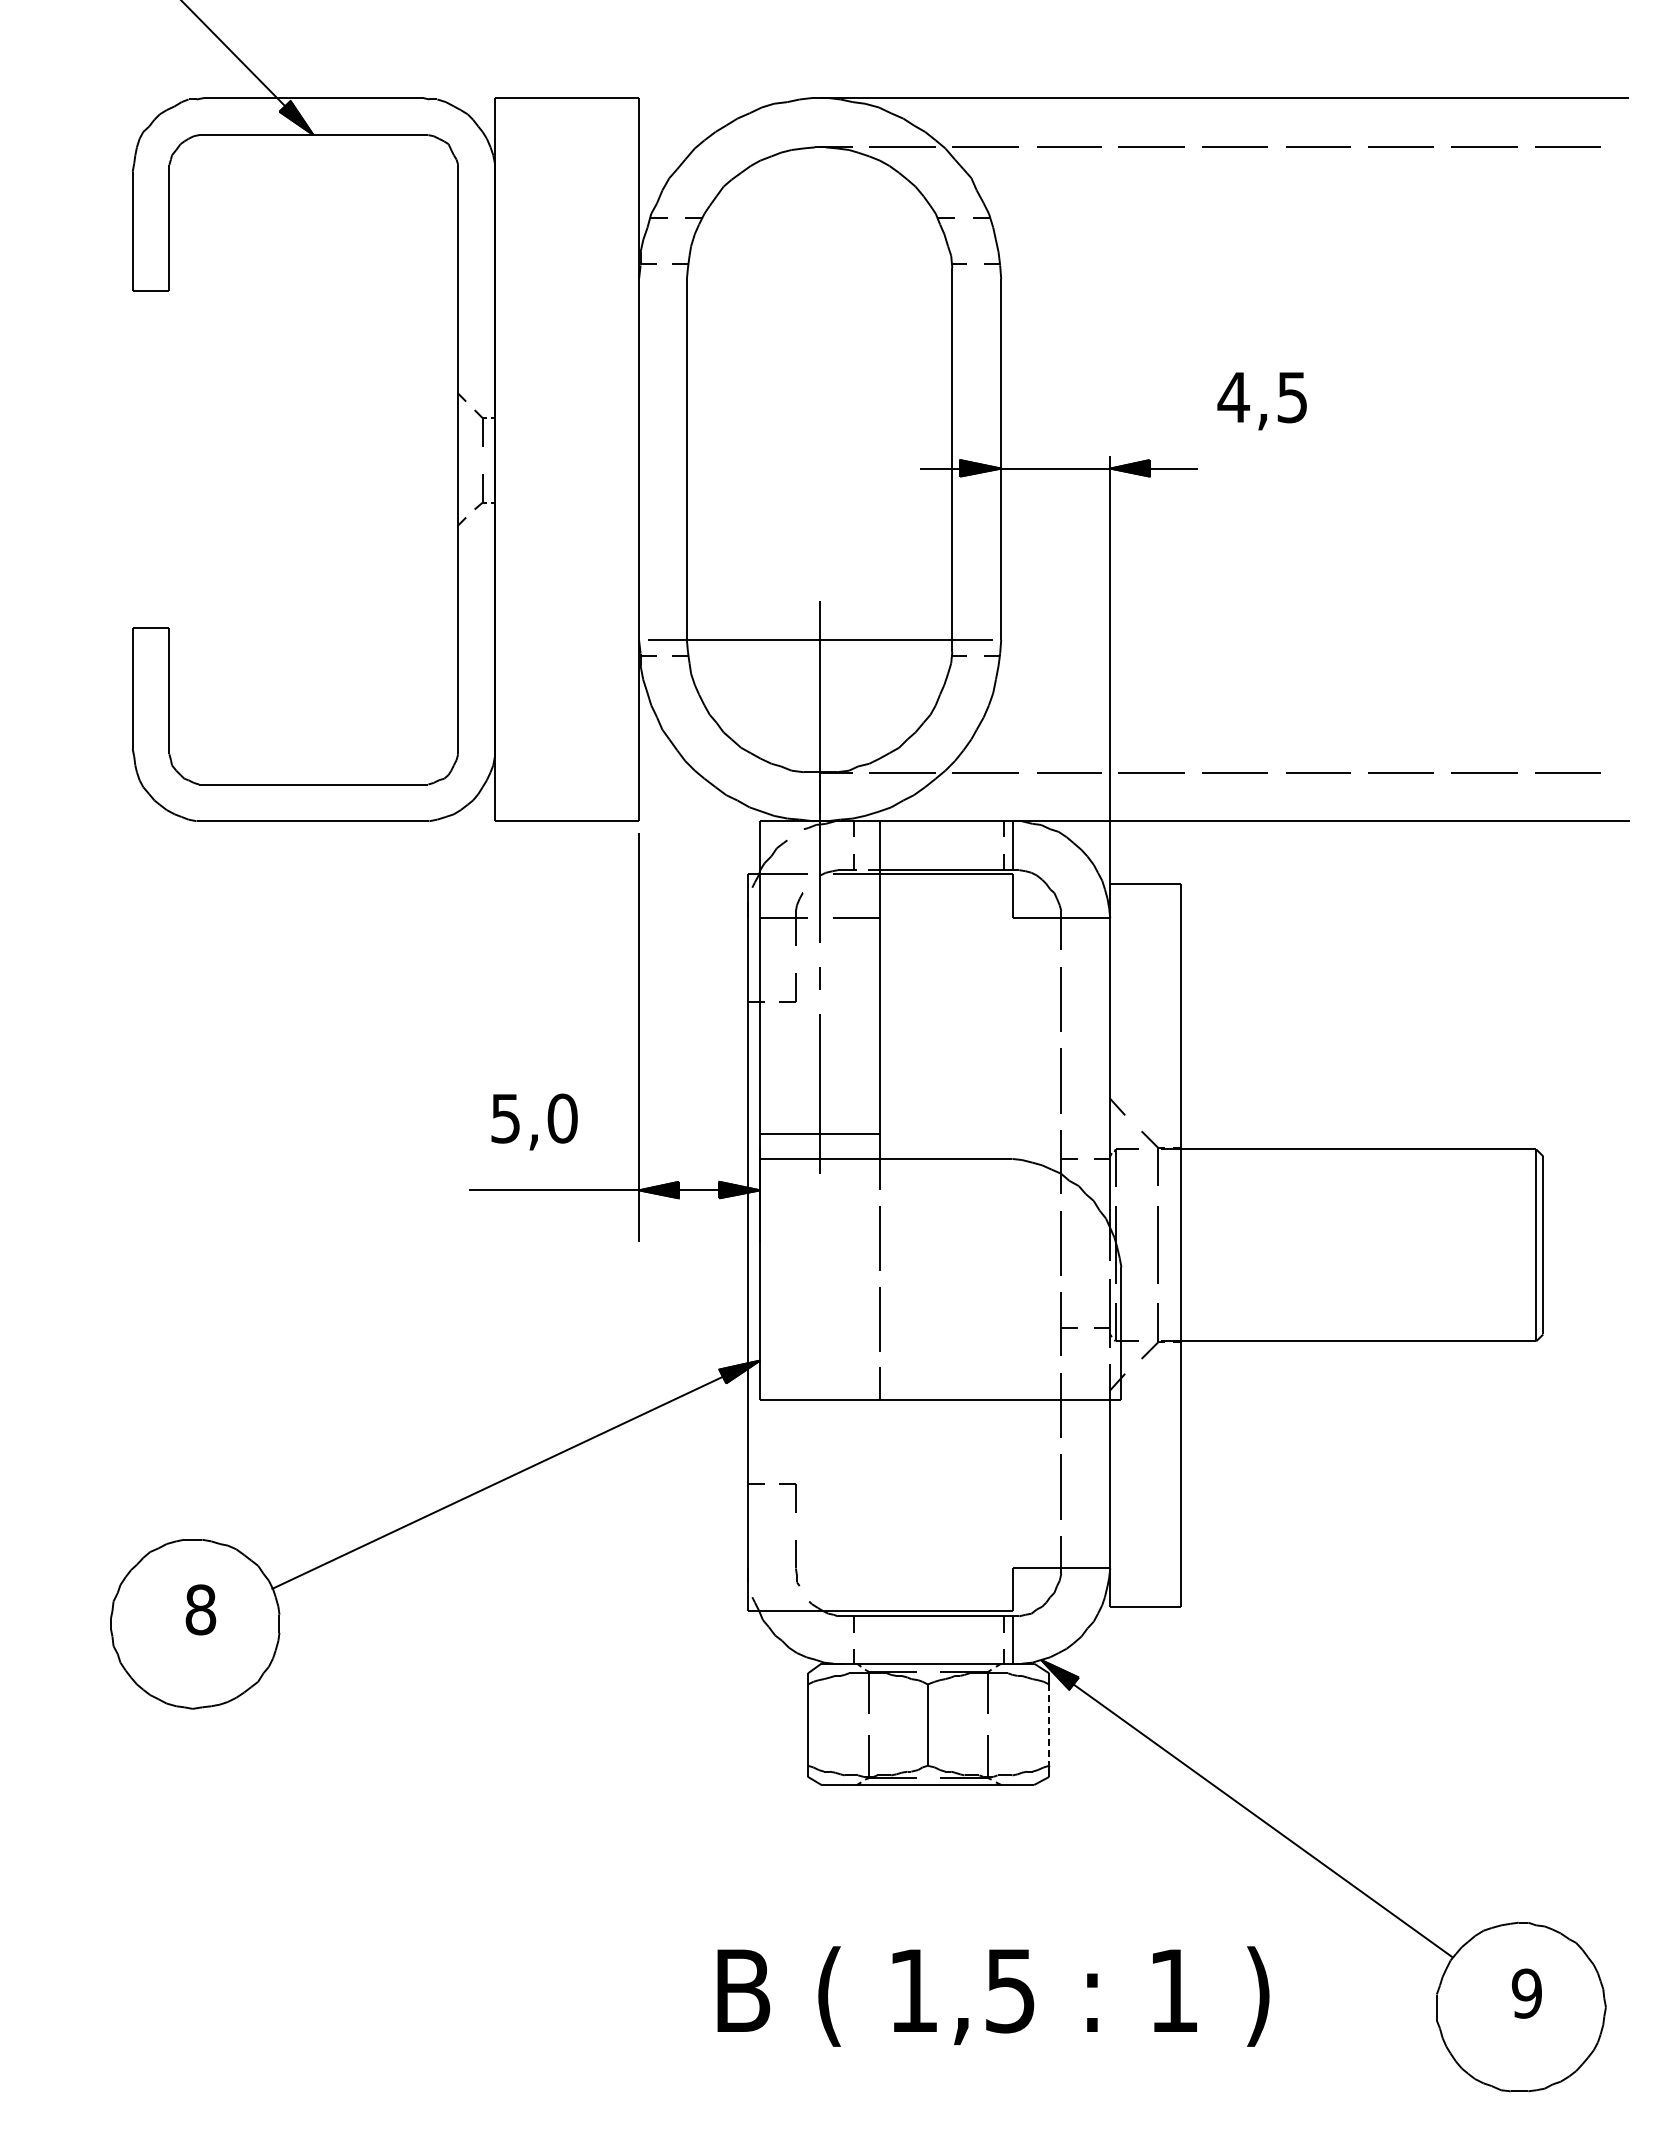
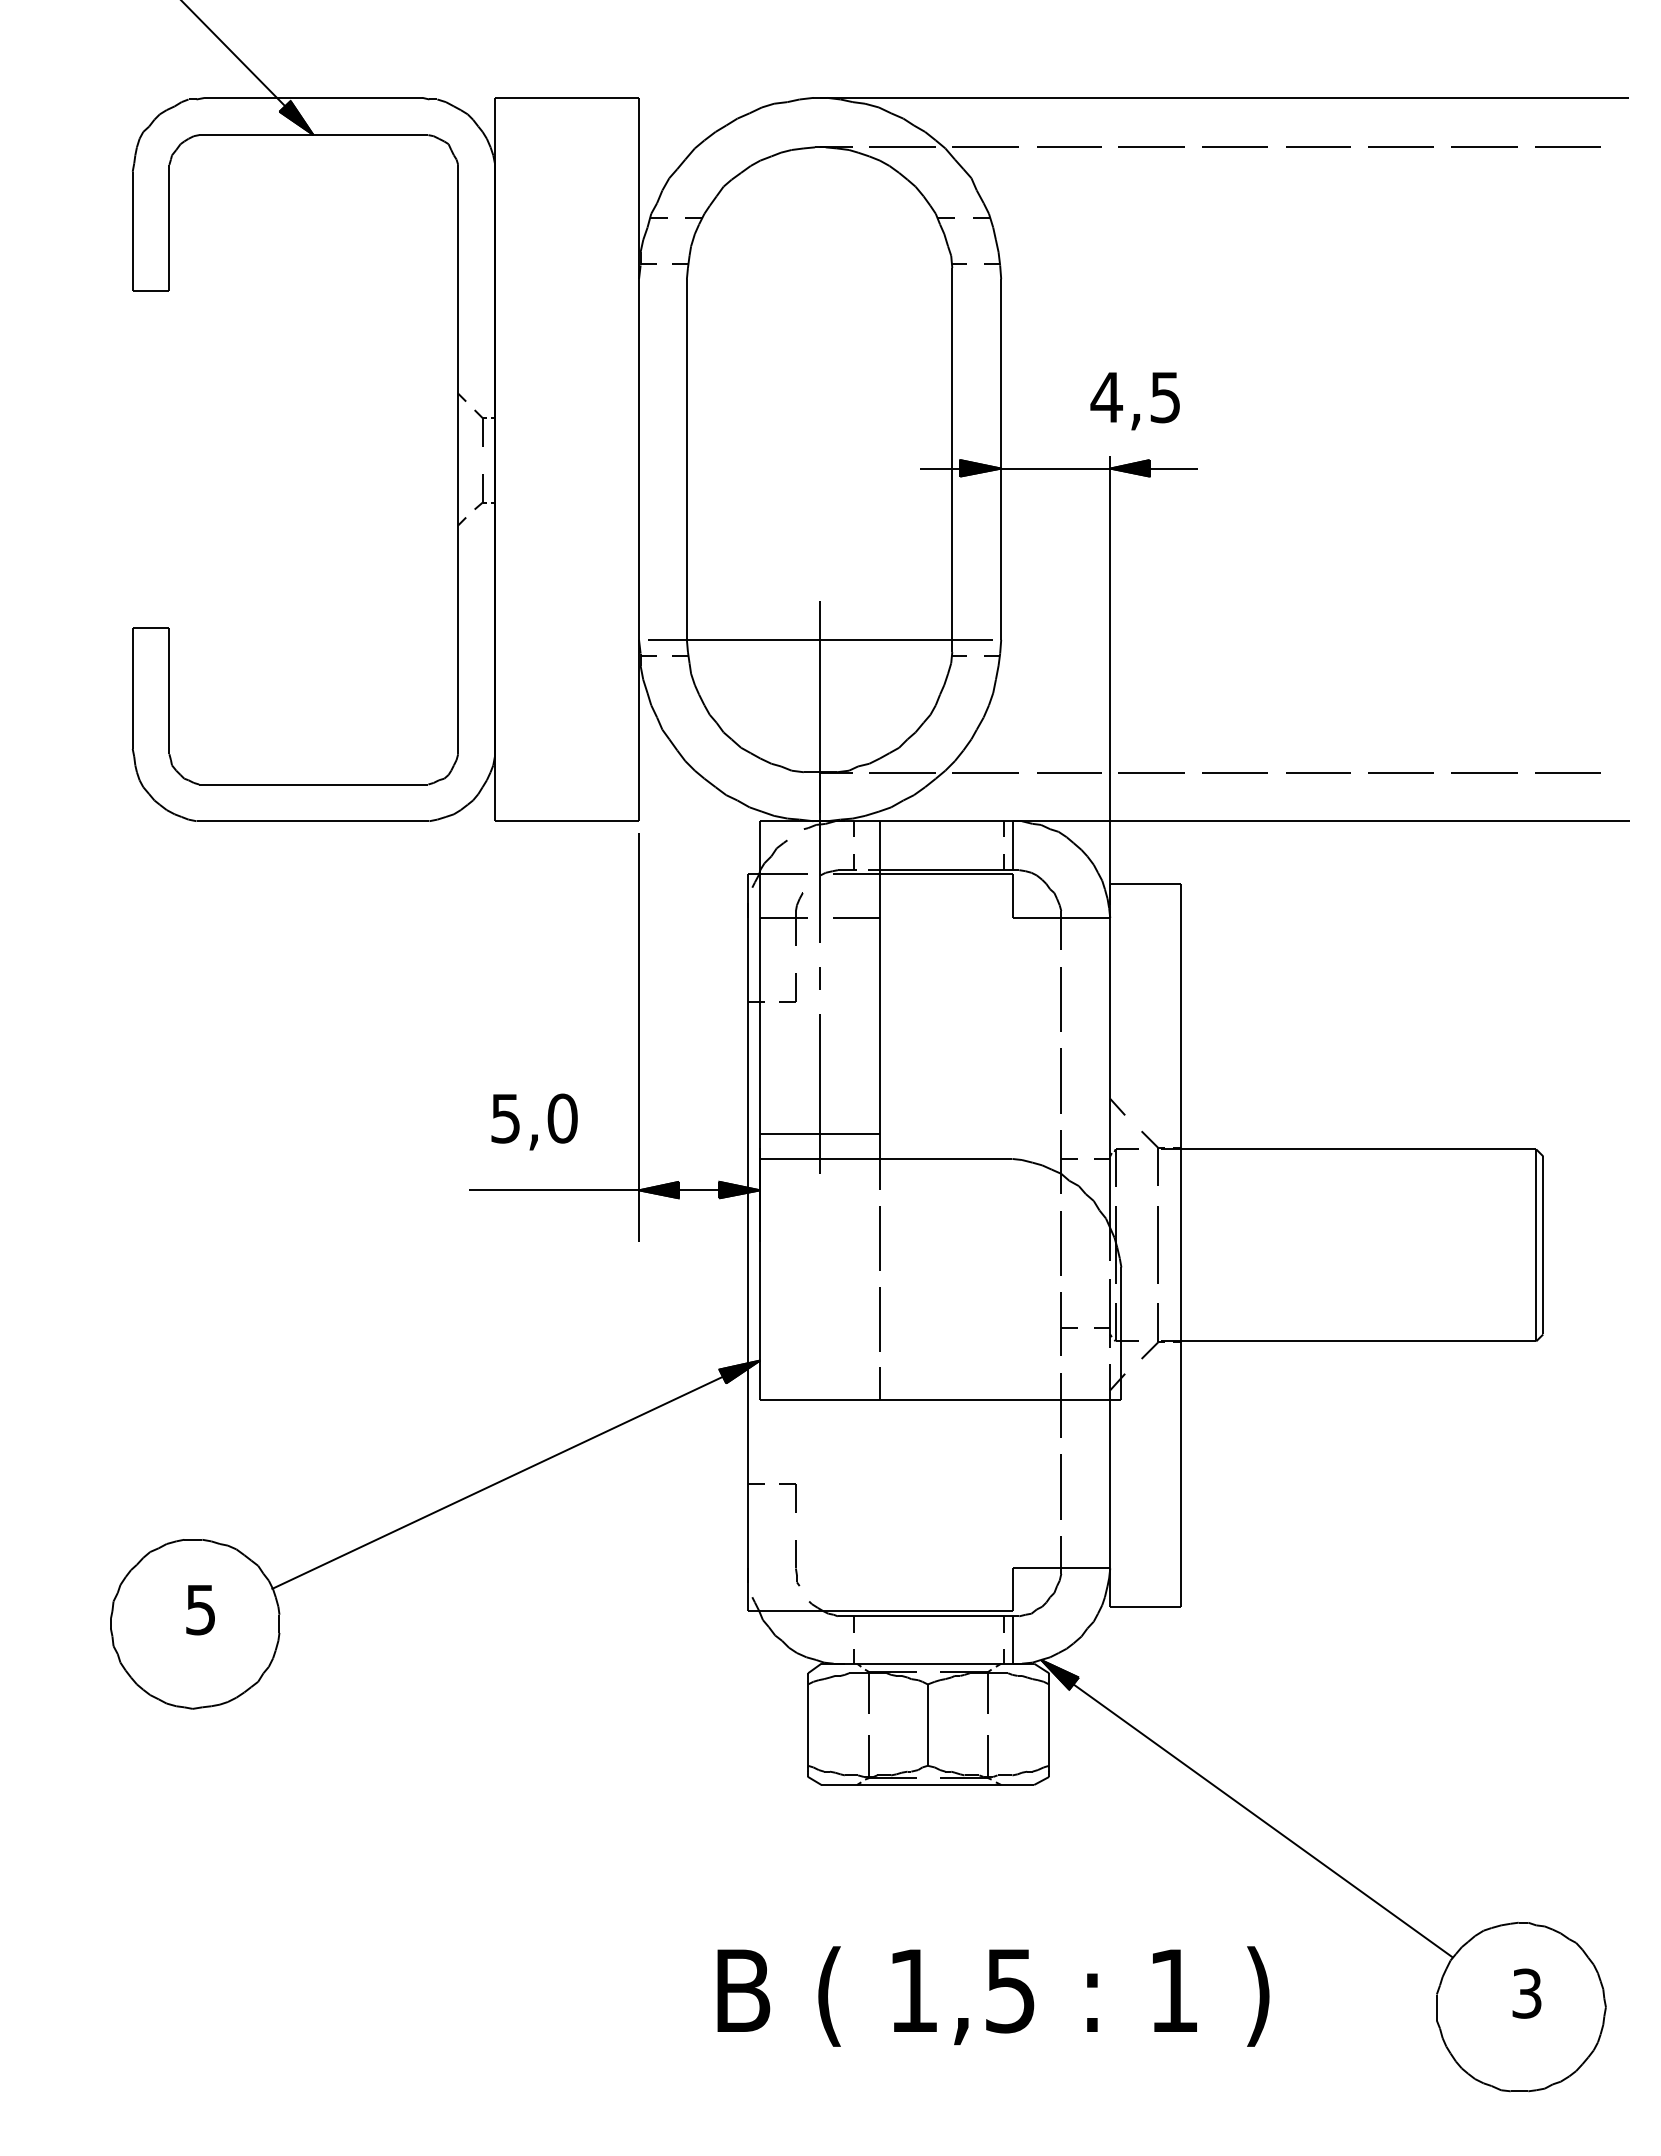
text at (1261, 401) position: (1261, 401) -> (1134, 401)
text at (200, 1609): 8 -> 5
line at (1049, 1726): dashed -> solid
text at (1526, 1993): 9 -> 3
